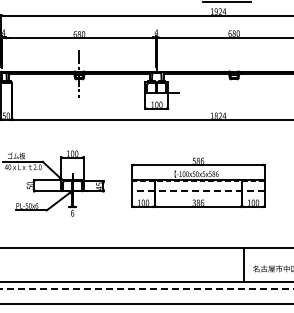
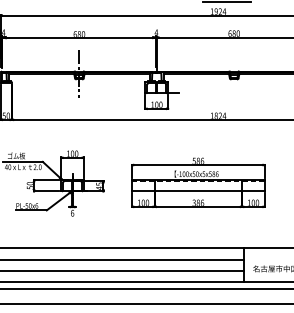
line at (197, 191): dashed -> solid
line at (123, 259): none -> present
line at (123, 270): none -> present
line at (146, 288): dashed -> solid
